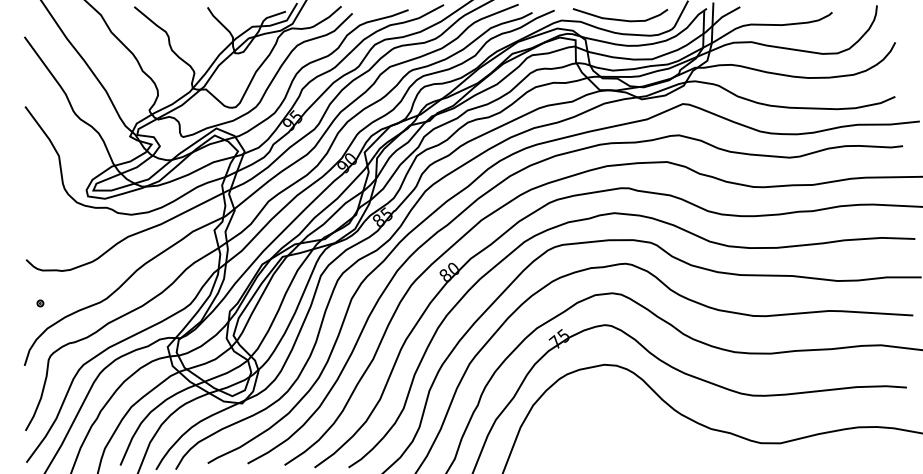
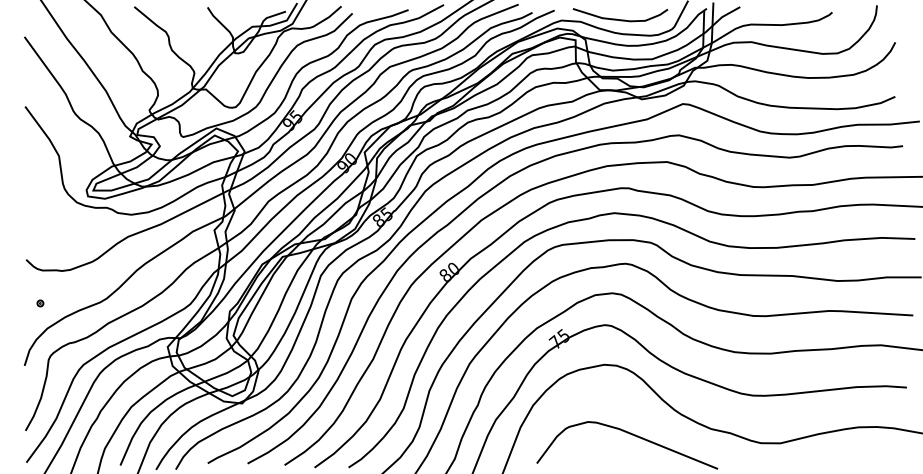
curve at (629, 434): none -> present
